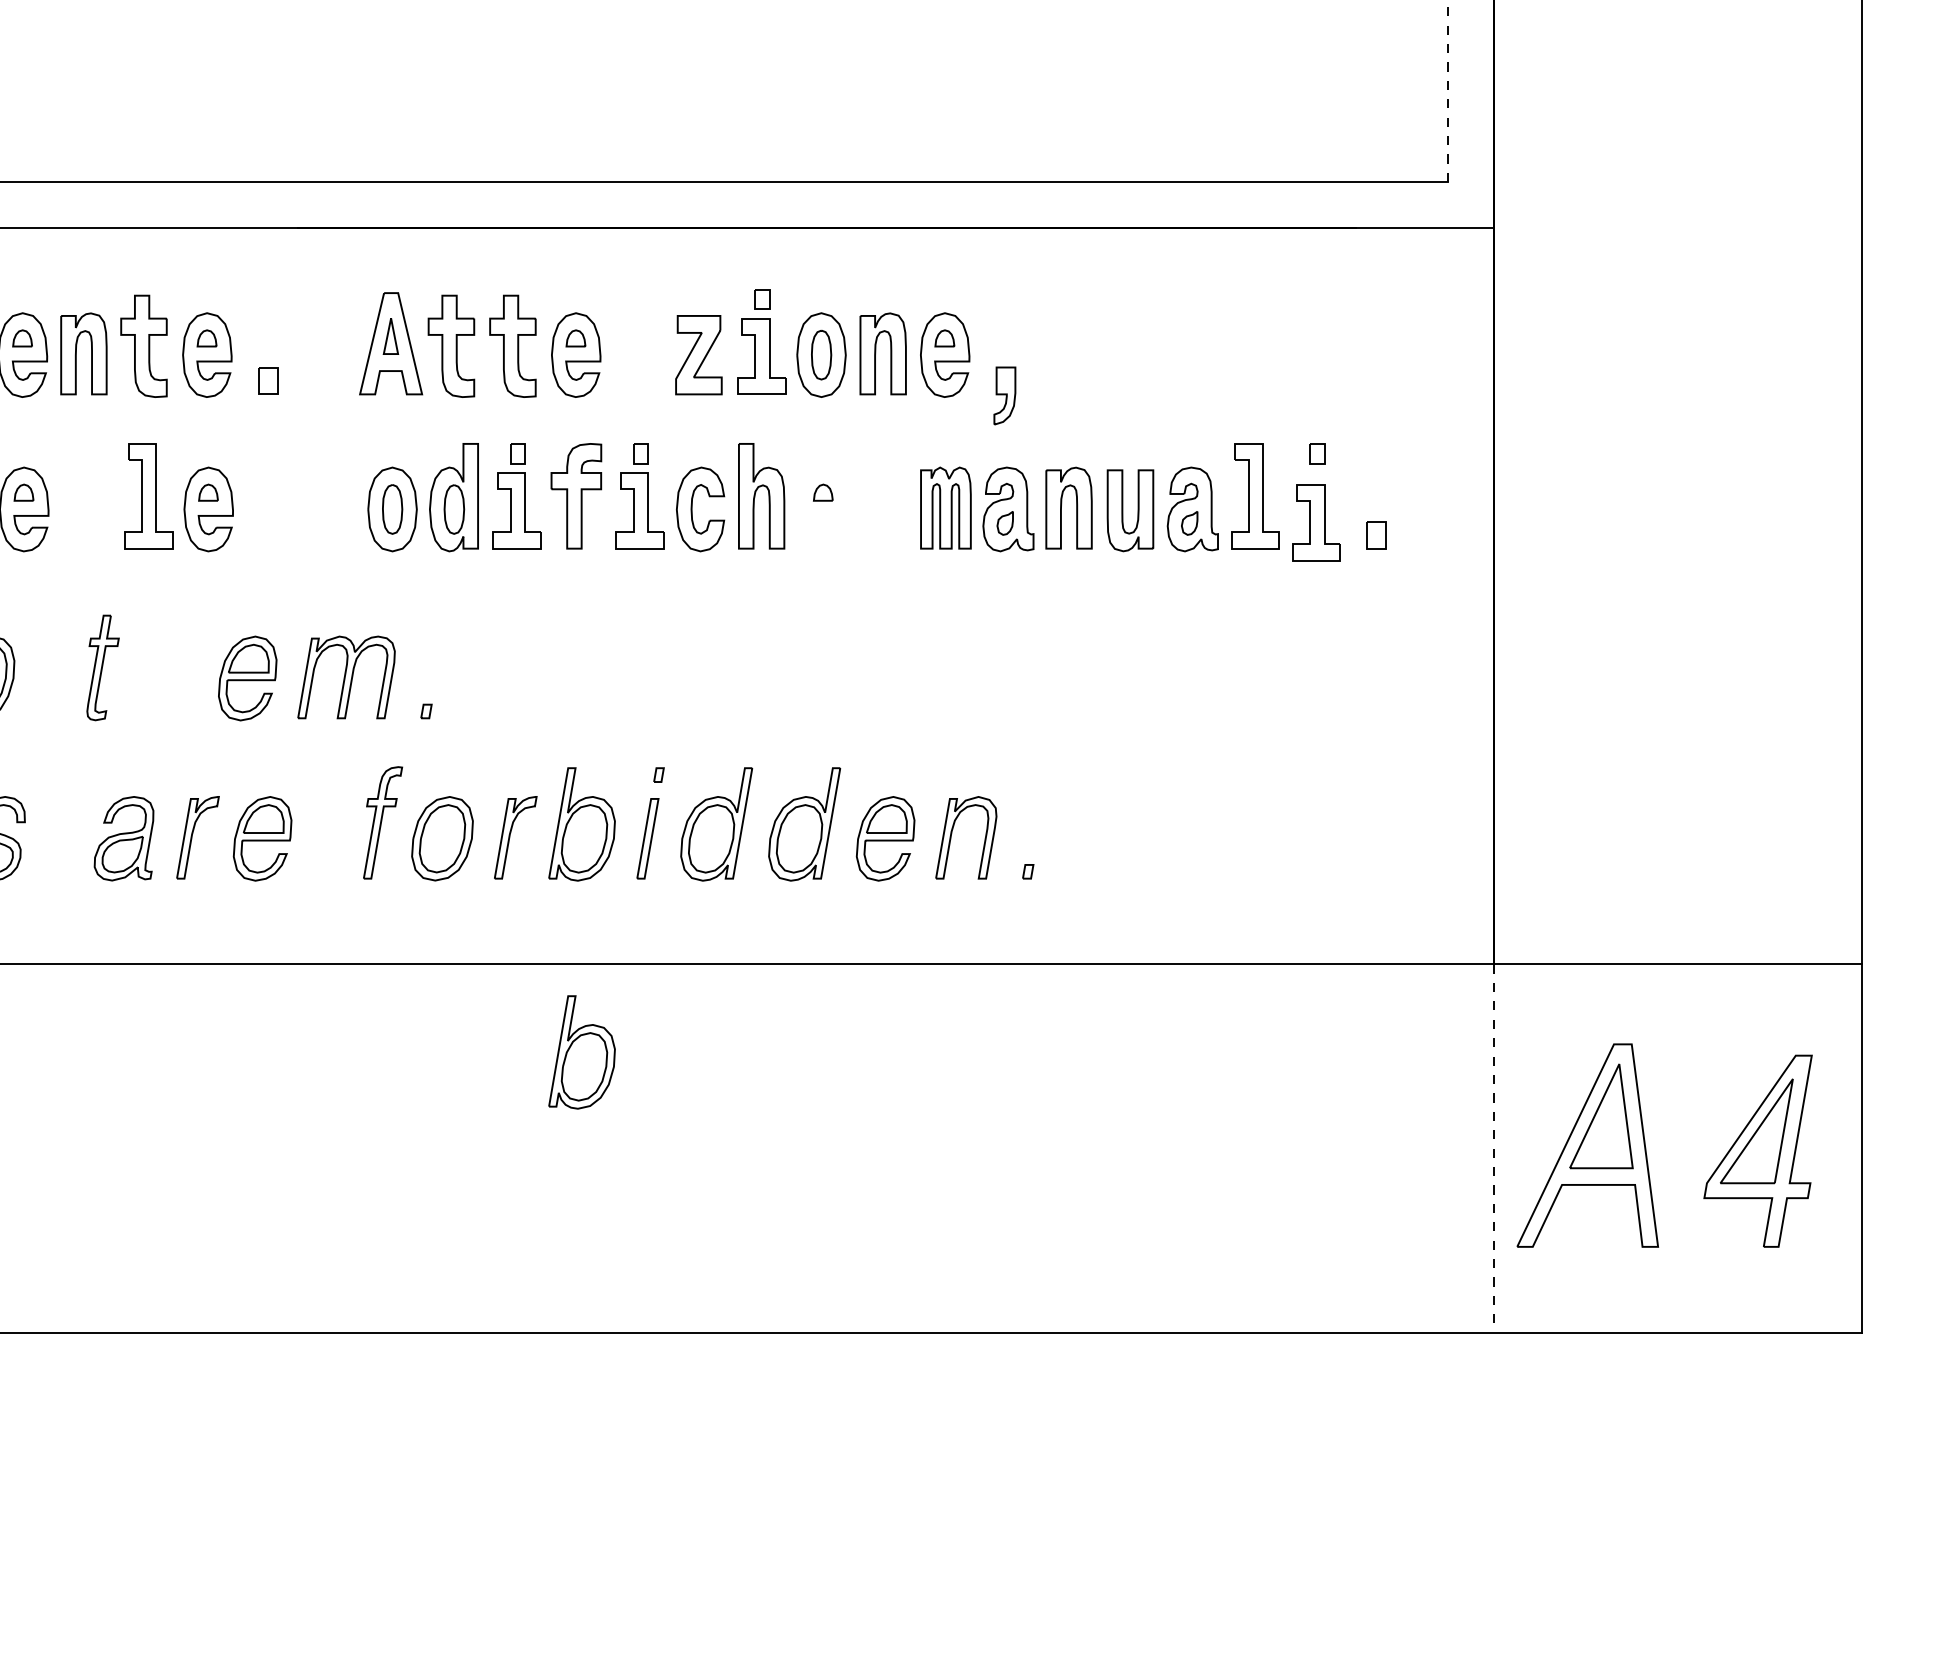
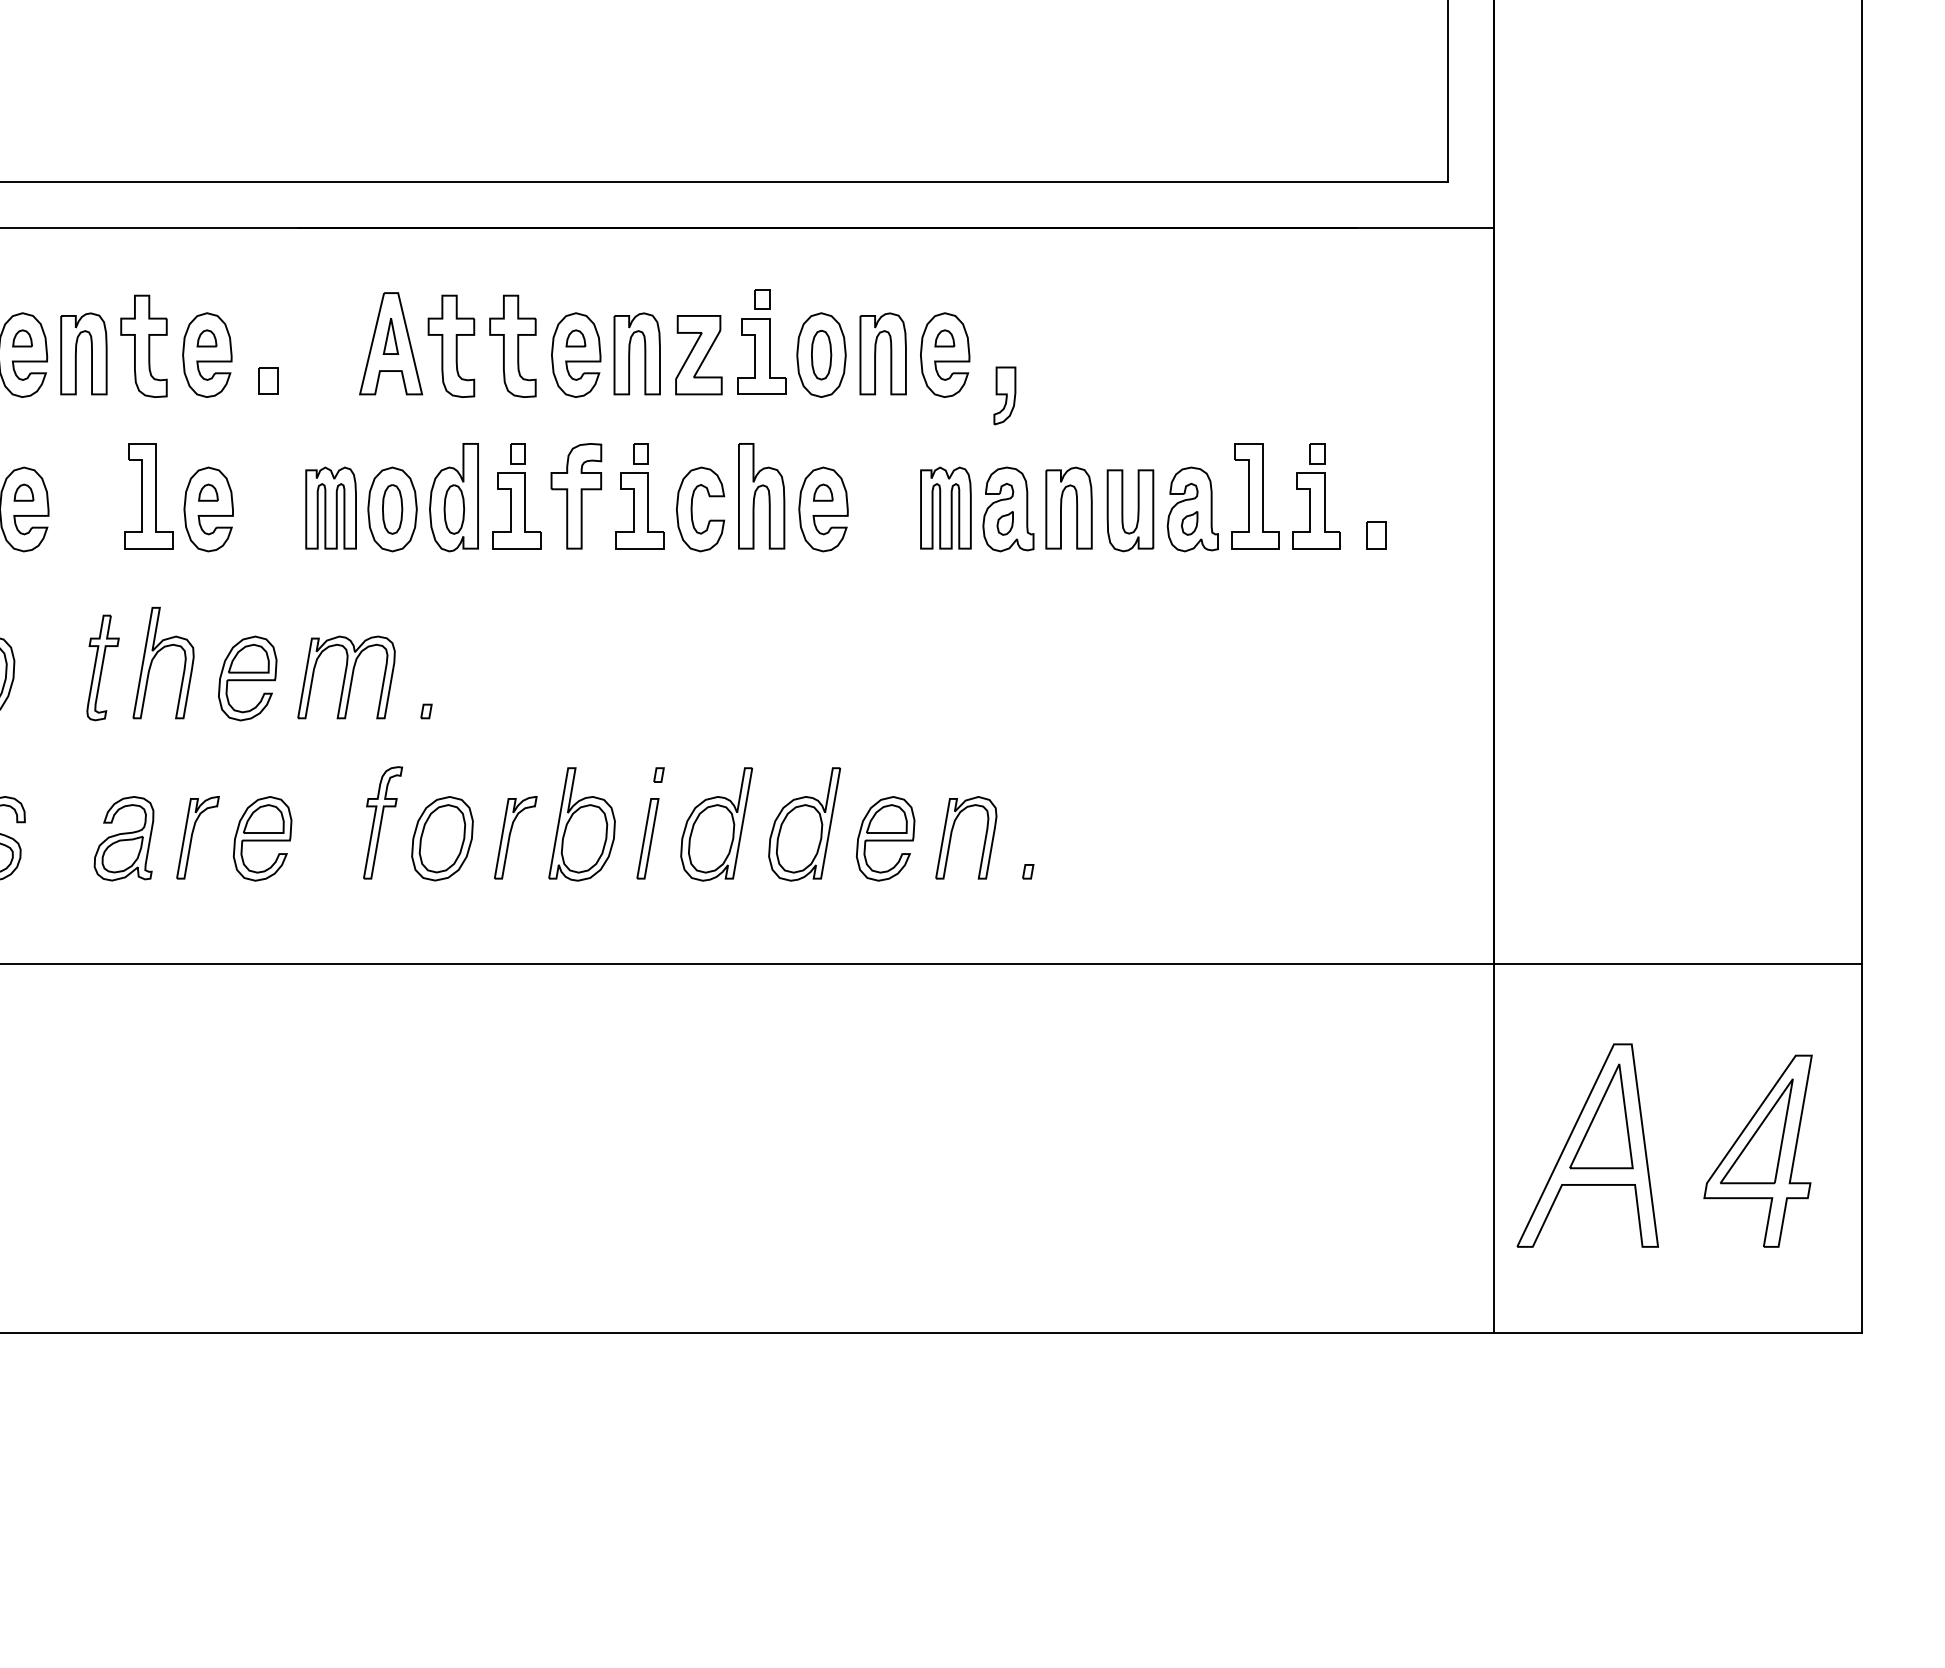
line at (1448, 91): dashed -> solid
part at (636, 353): none -> present
part at (330, 507): none -> present
part at (823, 509): none -> present
part at (1316, 522) position: (1316, 522) -> (1316, 510)
part at (155, 657): none -> present
part at (581, 1052): present -> none
line at (1494, 1149): dashed -> solid
